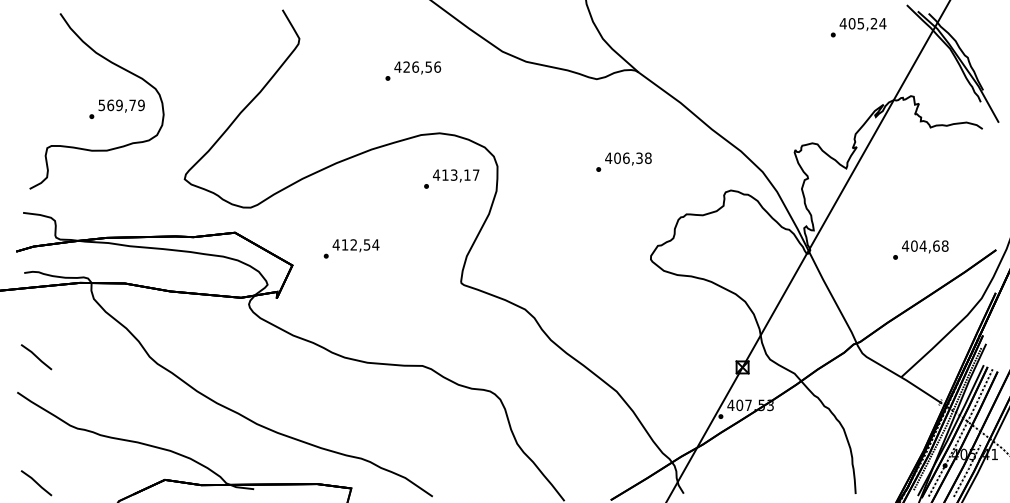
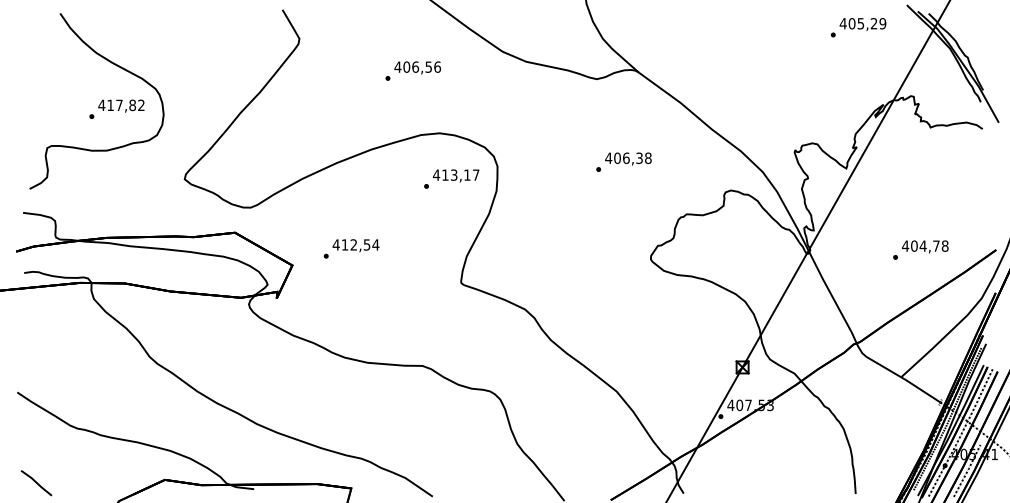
text at (882, 23): 405,24 -> 405,29
text at (406, 66): 426,56 -> 406,56
text at (121, 105): 569,79 -> 417,82
text at (936, 245): 404,68 -> 404,78
line at (36, 357): present -> none
